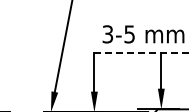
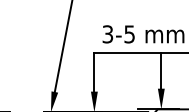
line at (141, 53): dashed -> solid
